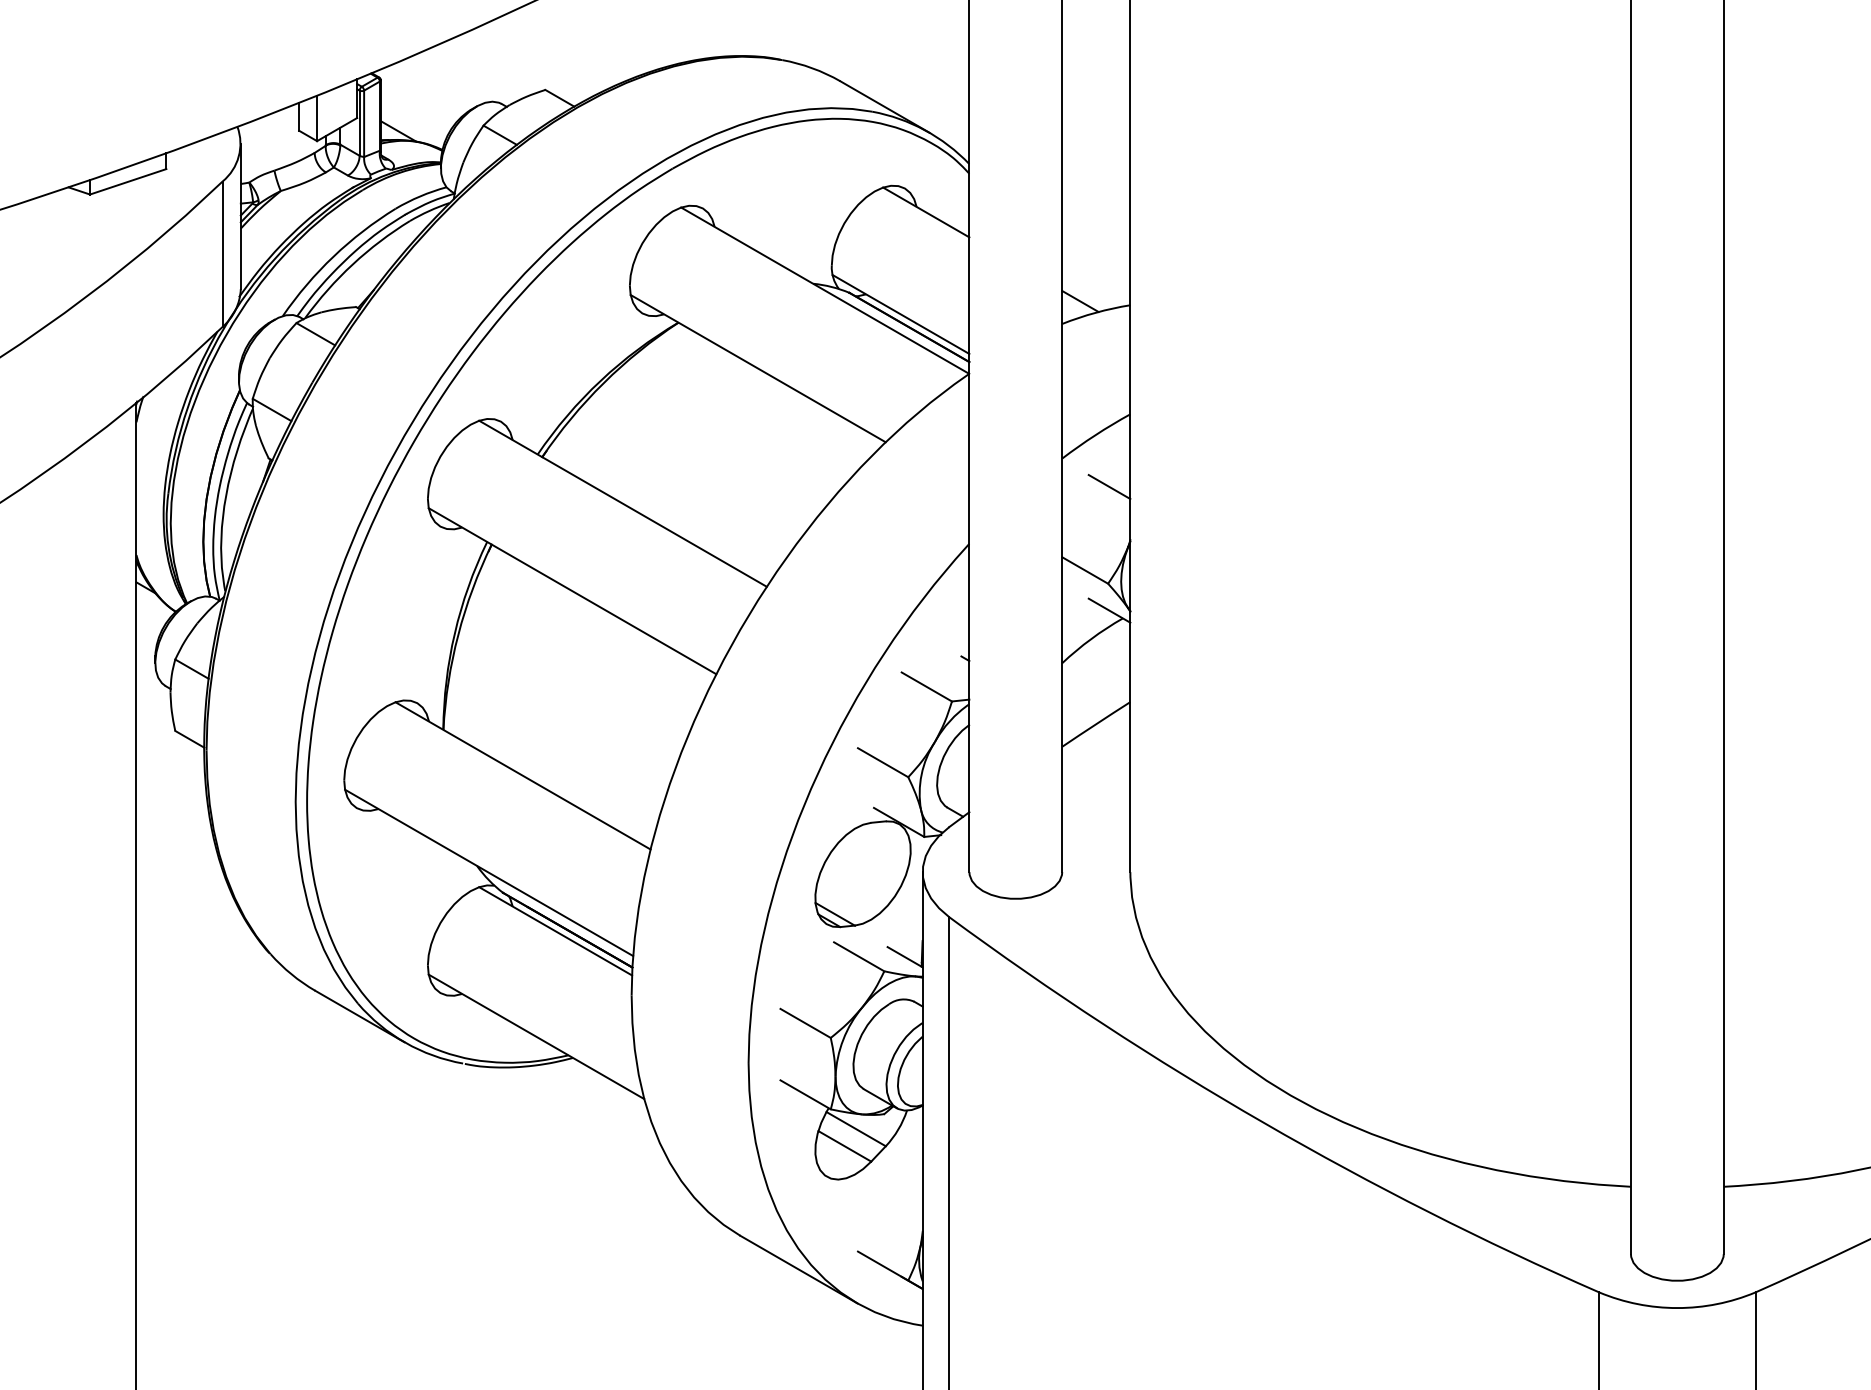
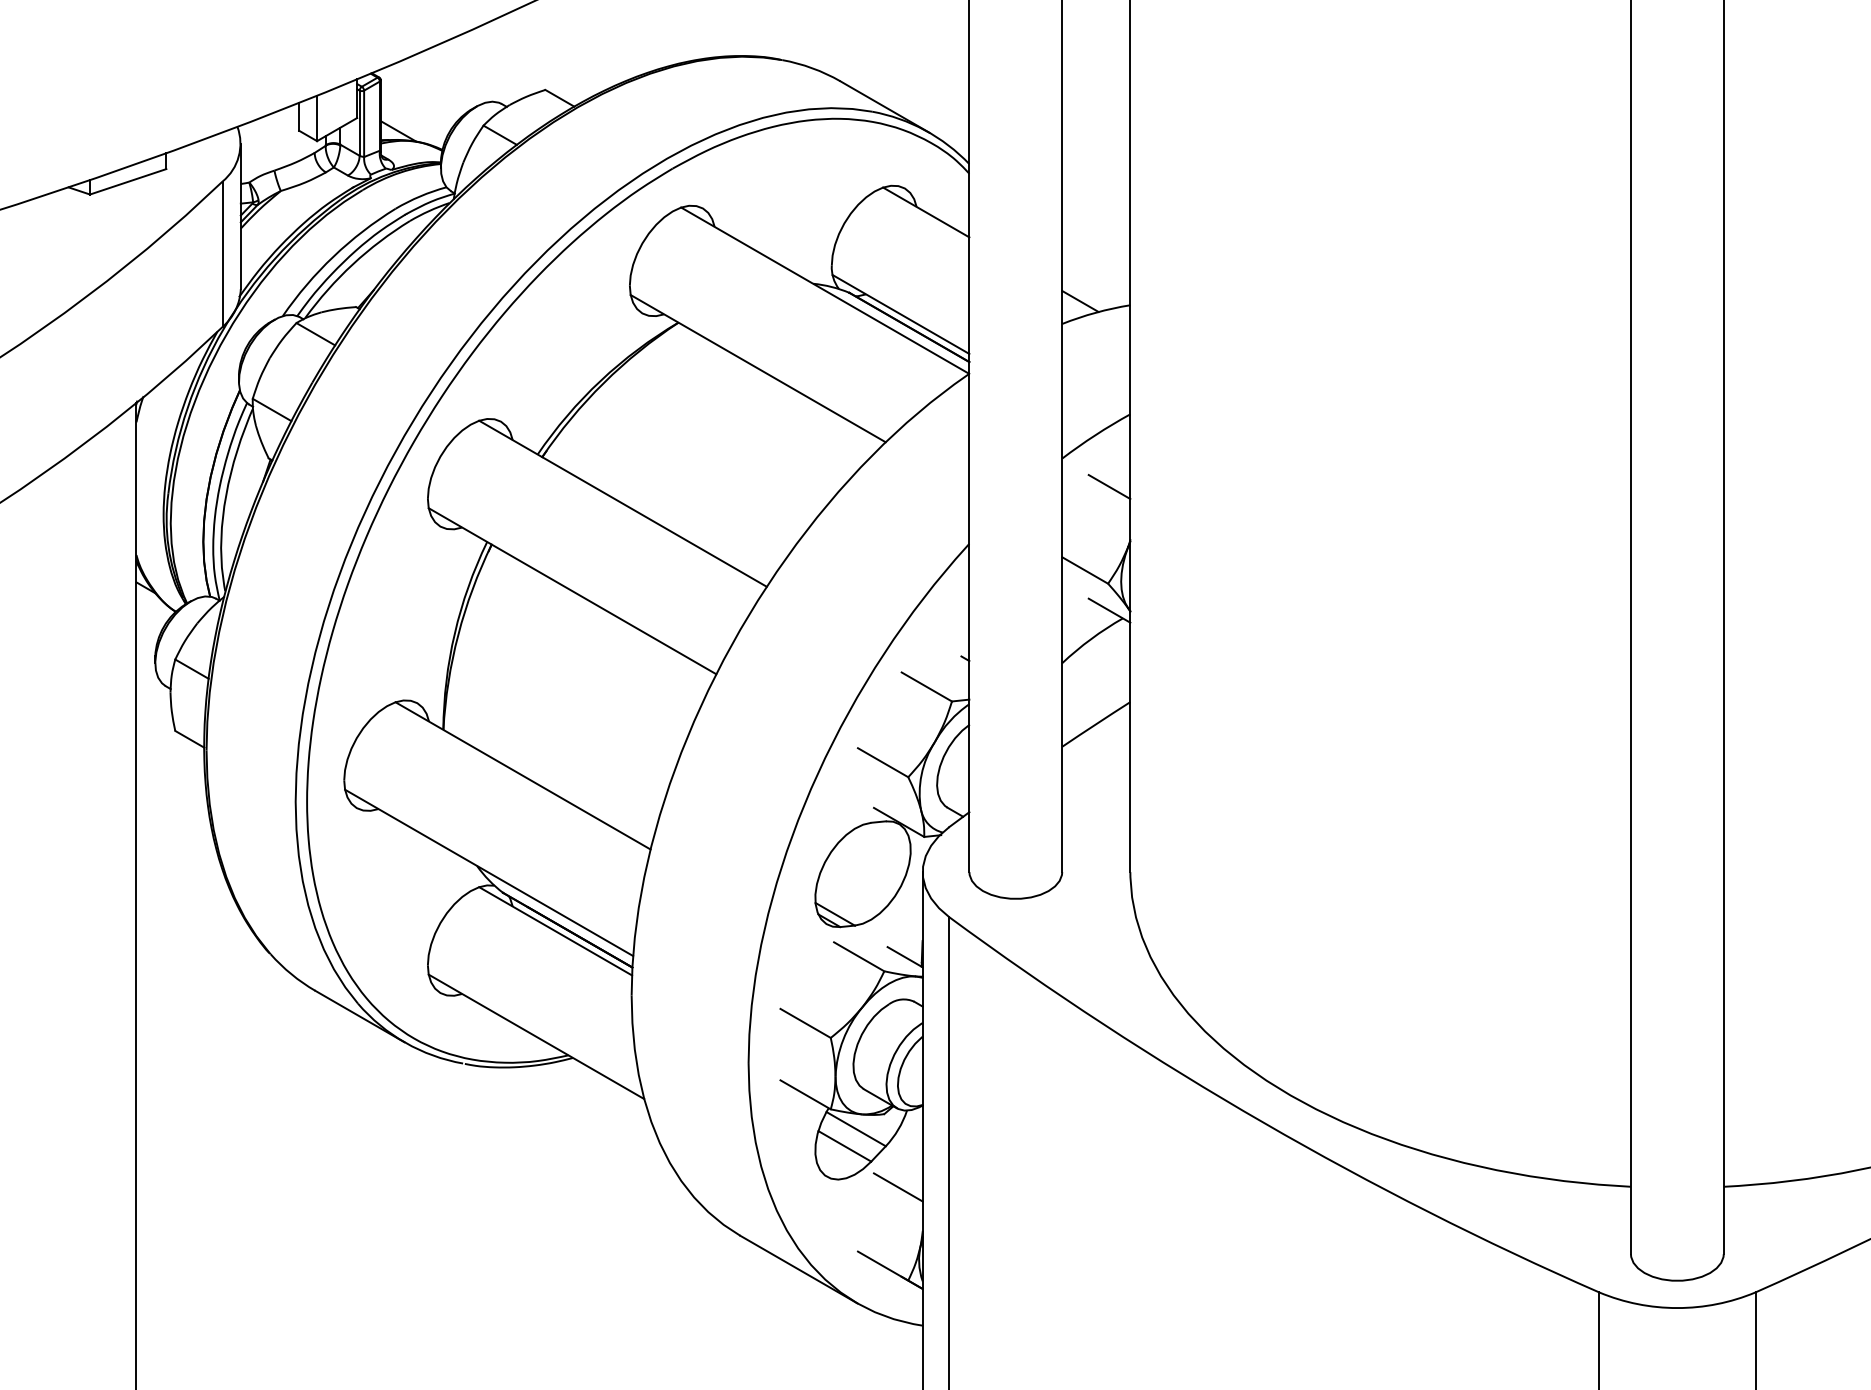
line at (897, 1187): none -> present
